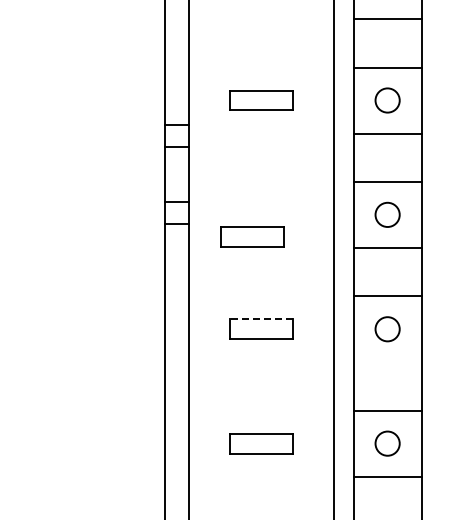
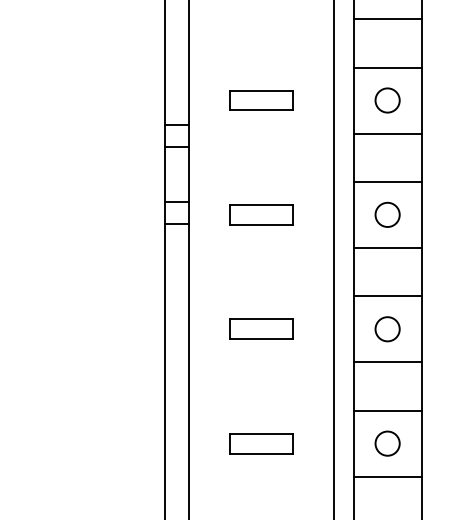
part at (252, 236) position: (252, 236) -> (261, 214)
line at (261, 319): dashed -> solid
line at (387, 362): none -> present
